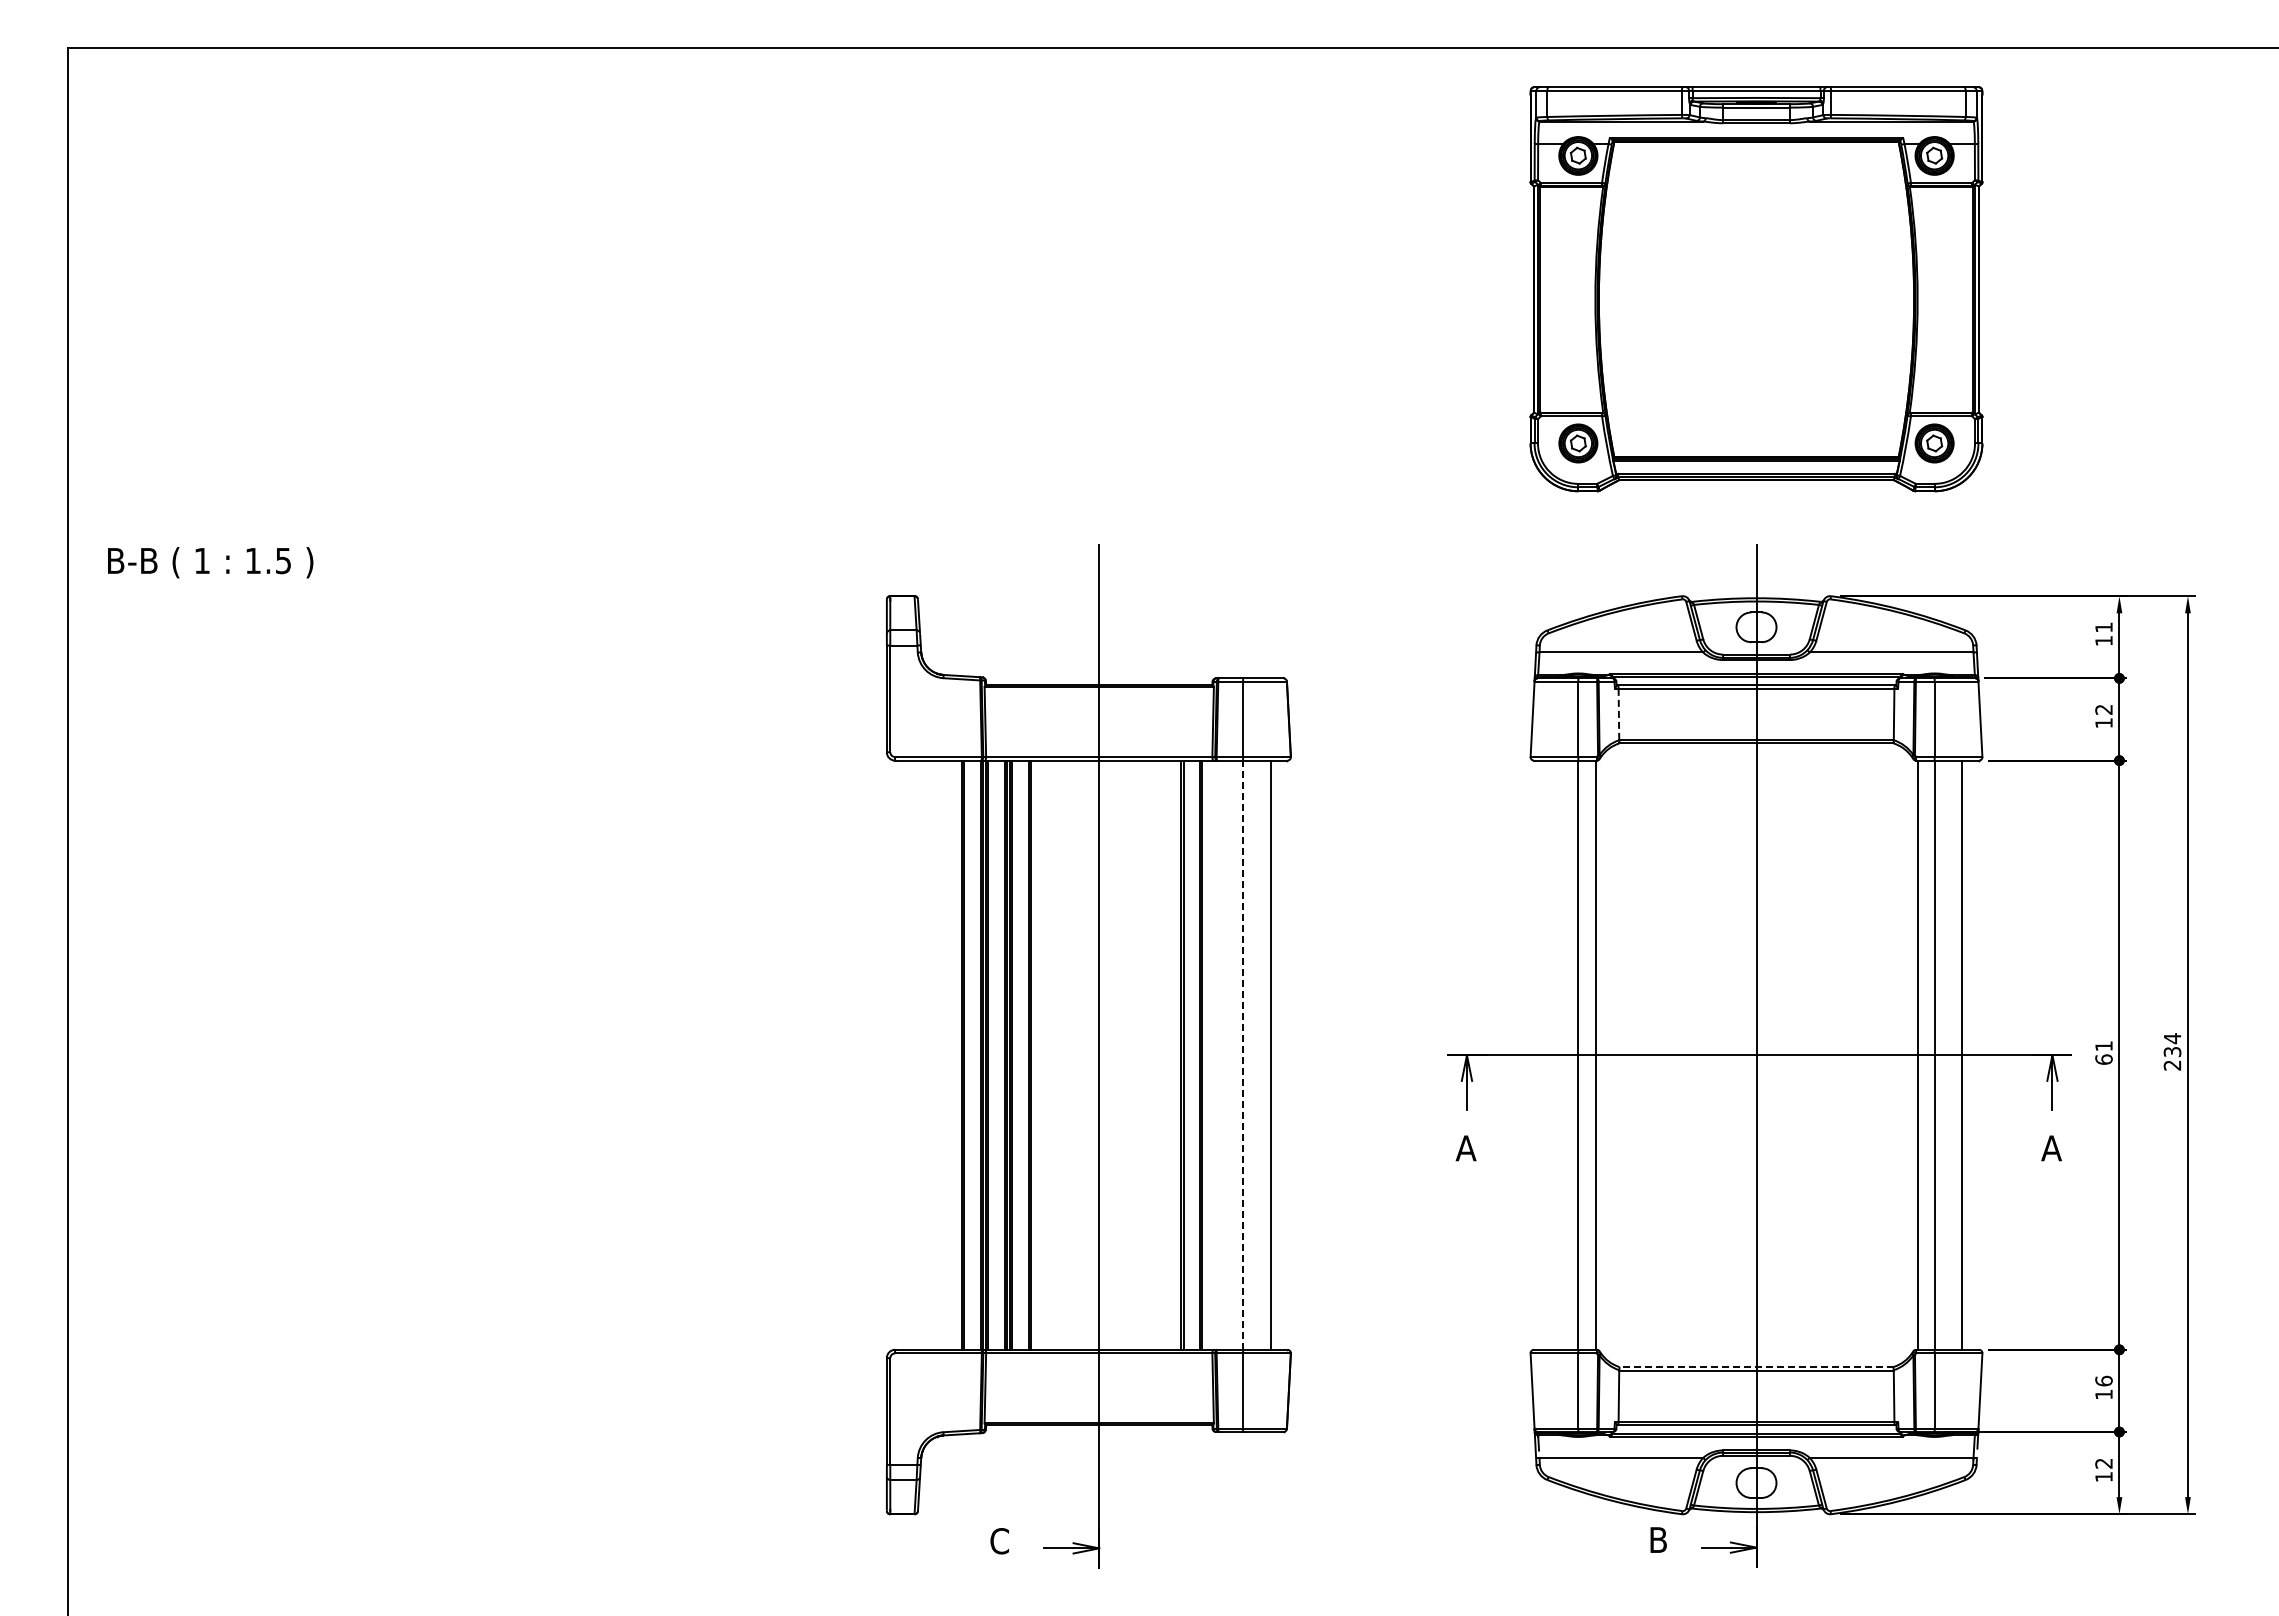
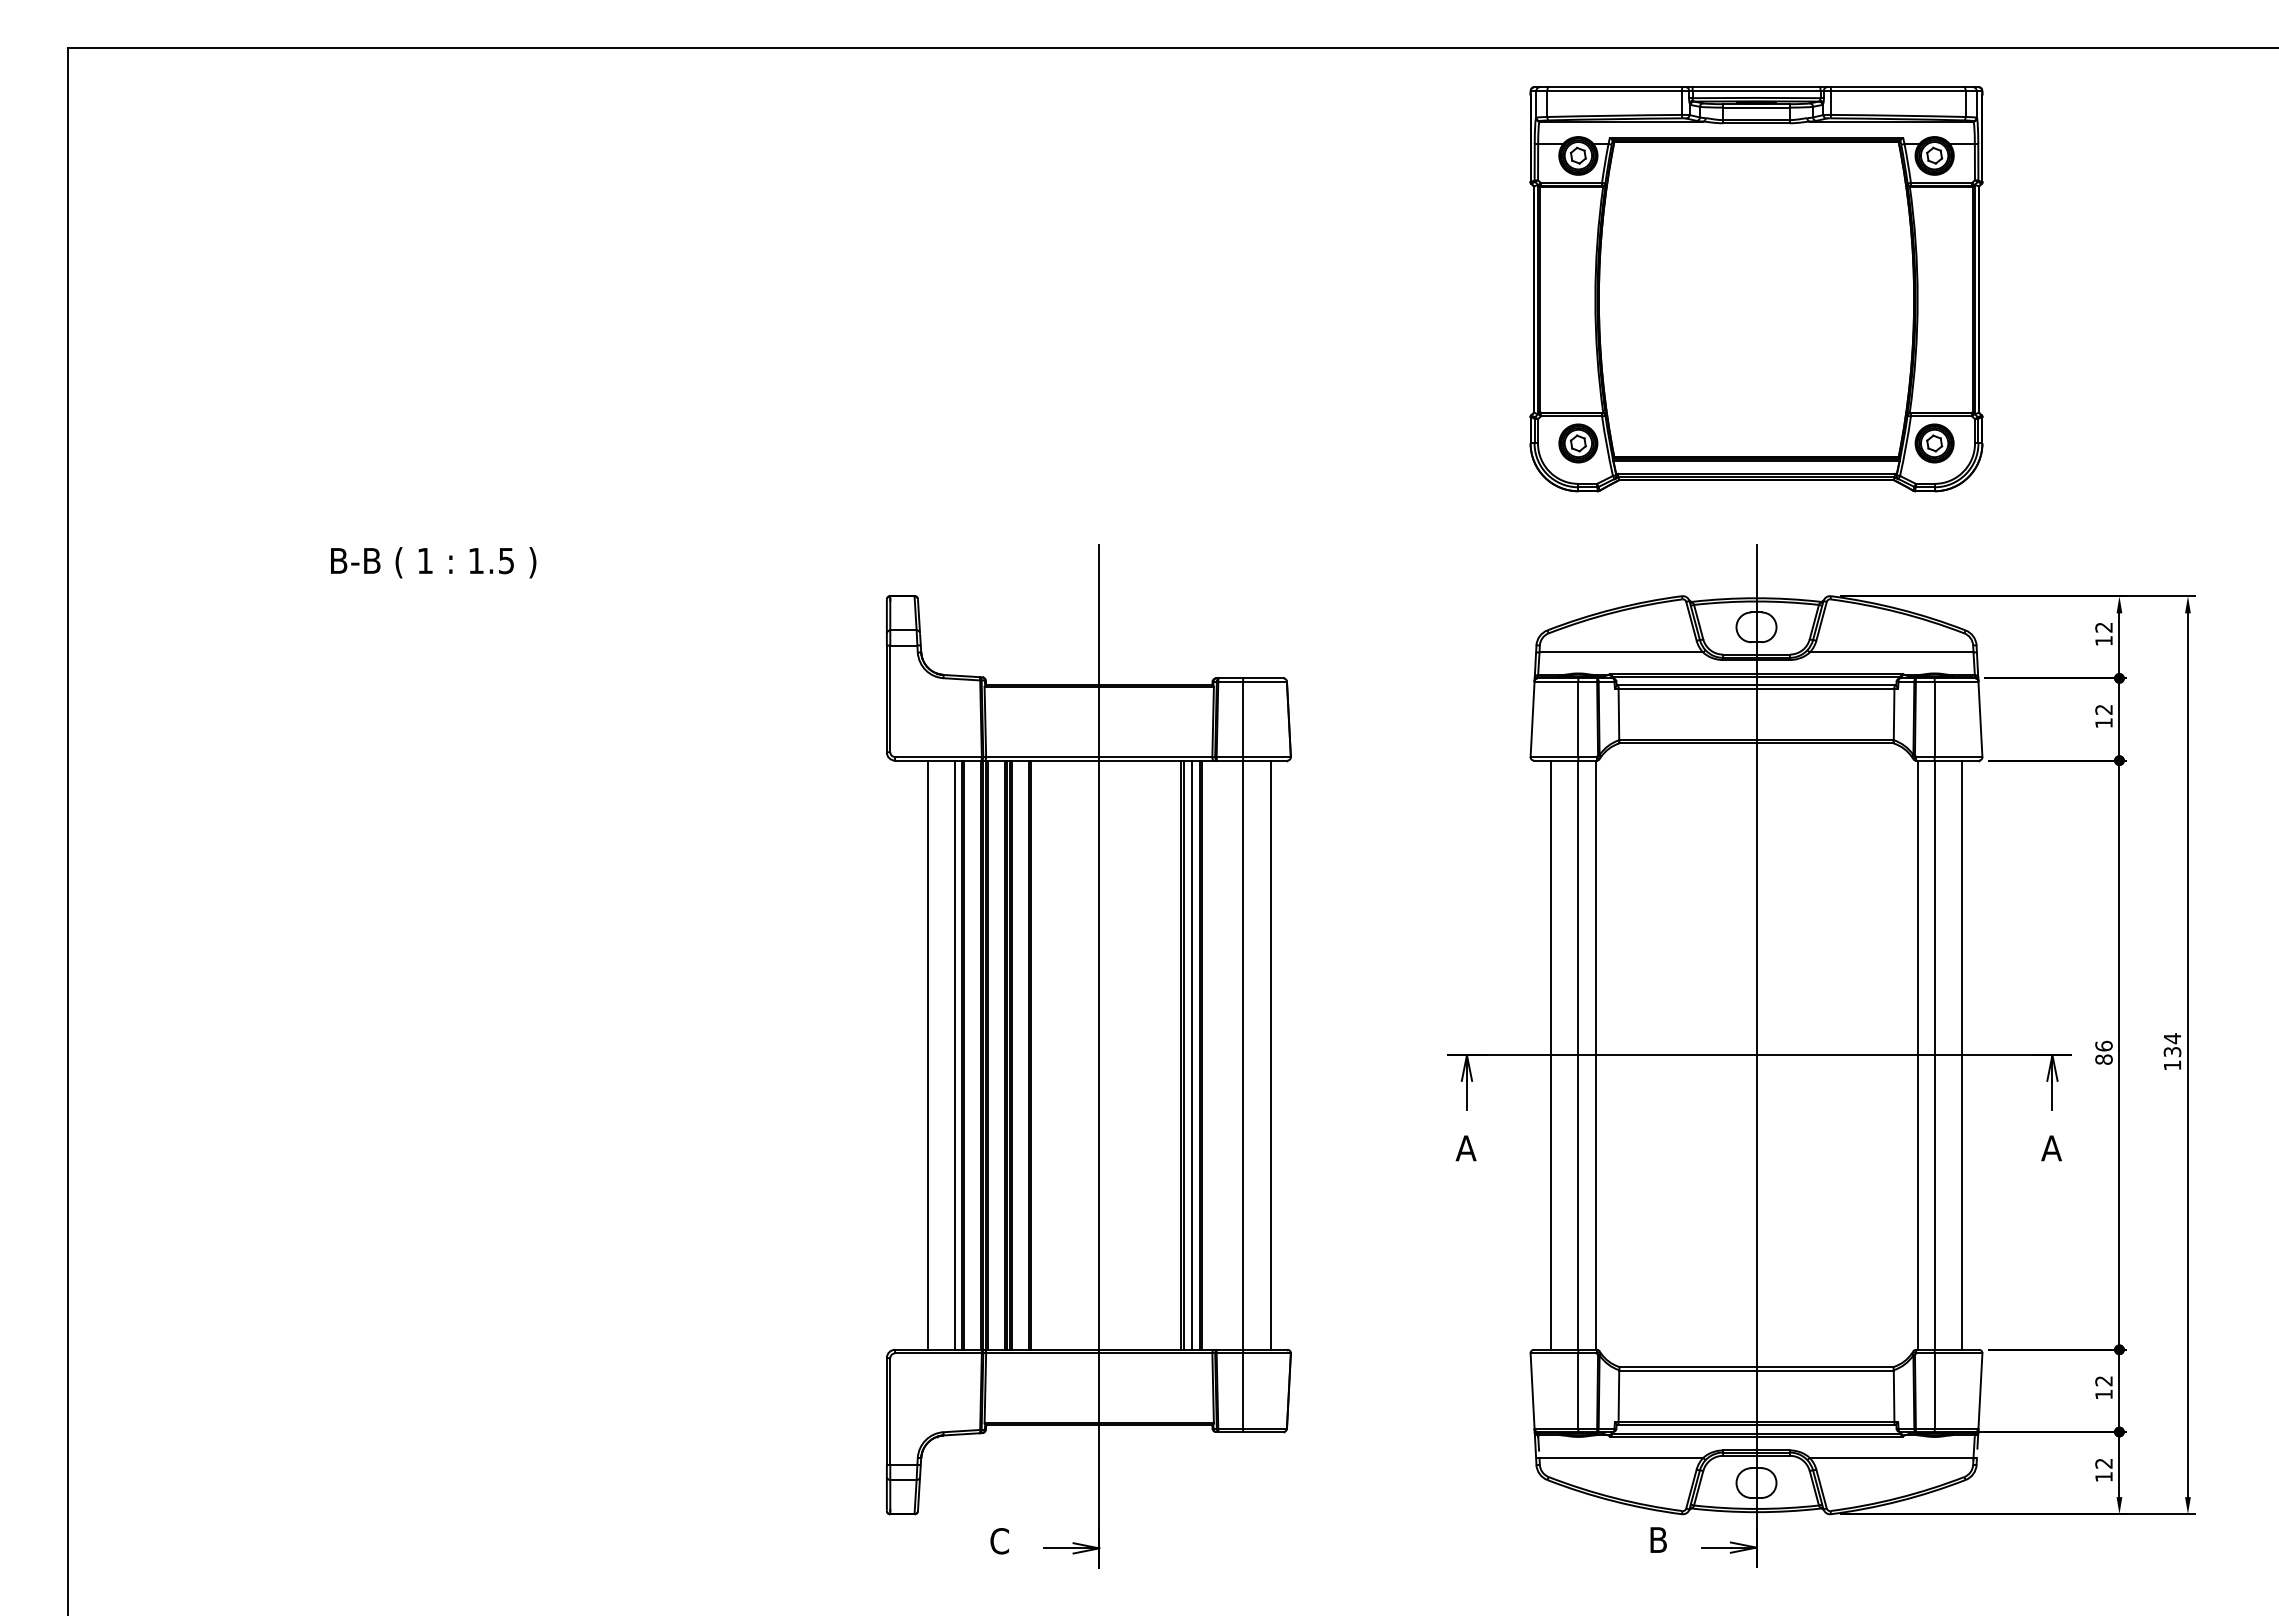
text at (210, 562) position: (210, 562) -> (433, 562)
text at (2103, 627): 11 -> 12
line at (1618, 714): dashed -> solid
text at (2103, 1052): 61 -> 86
line at (927, 1054): none -> present
line at (955, 1054): none -> present
line at (1191, 1054): none -> present
line at (1550, 1054): none -> present
line at (1243, 1055): dashed -> solid
text at (2171, 1065): 234 -> 134
line at (1756, 1366): dashed -> solid
text at (2103, 1380): 16 -> 12
